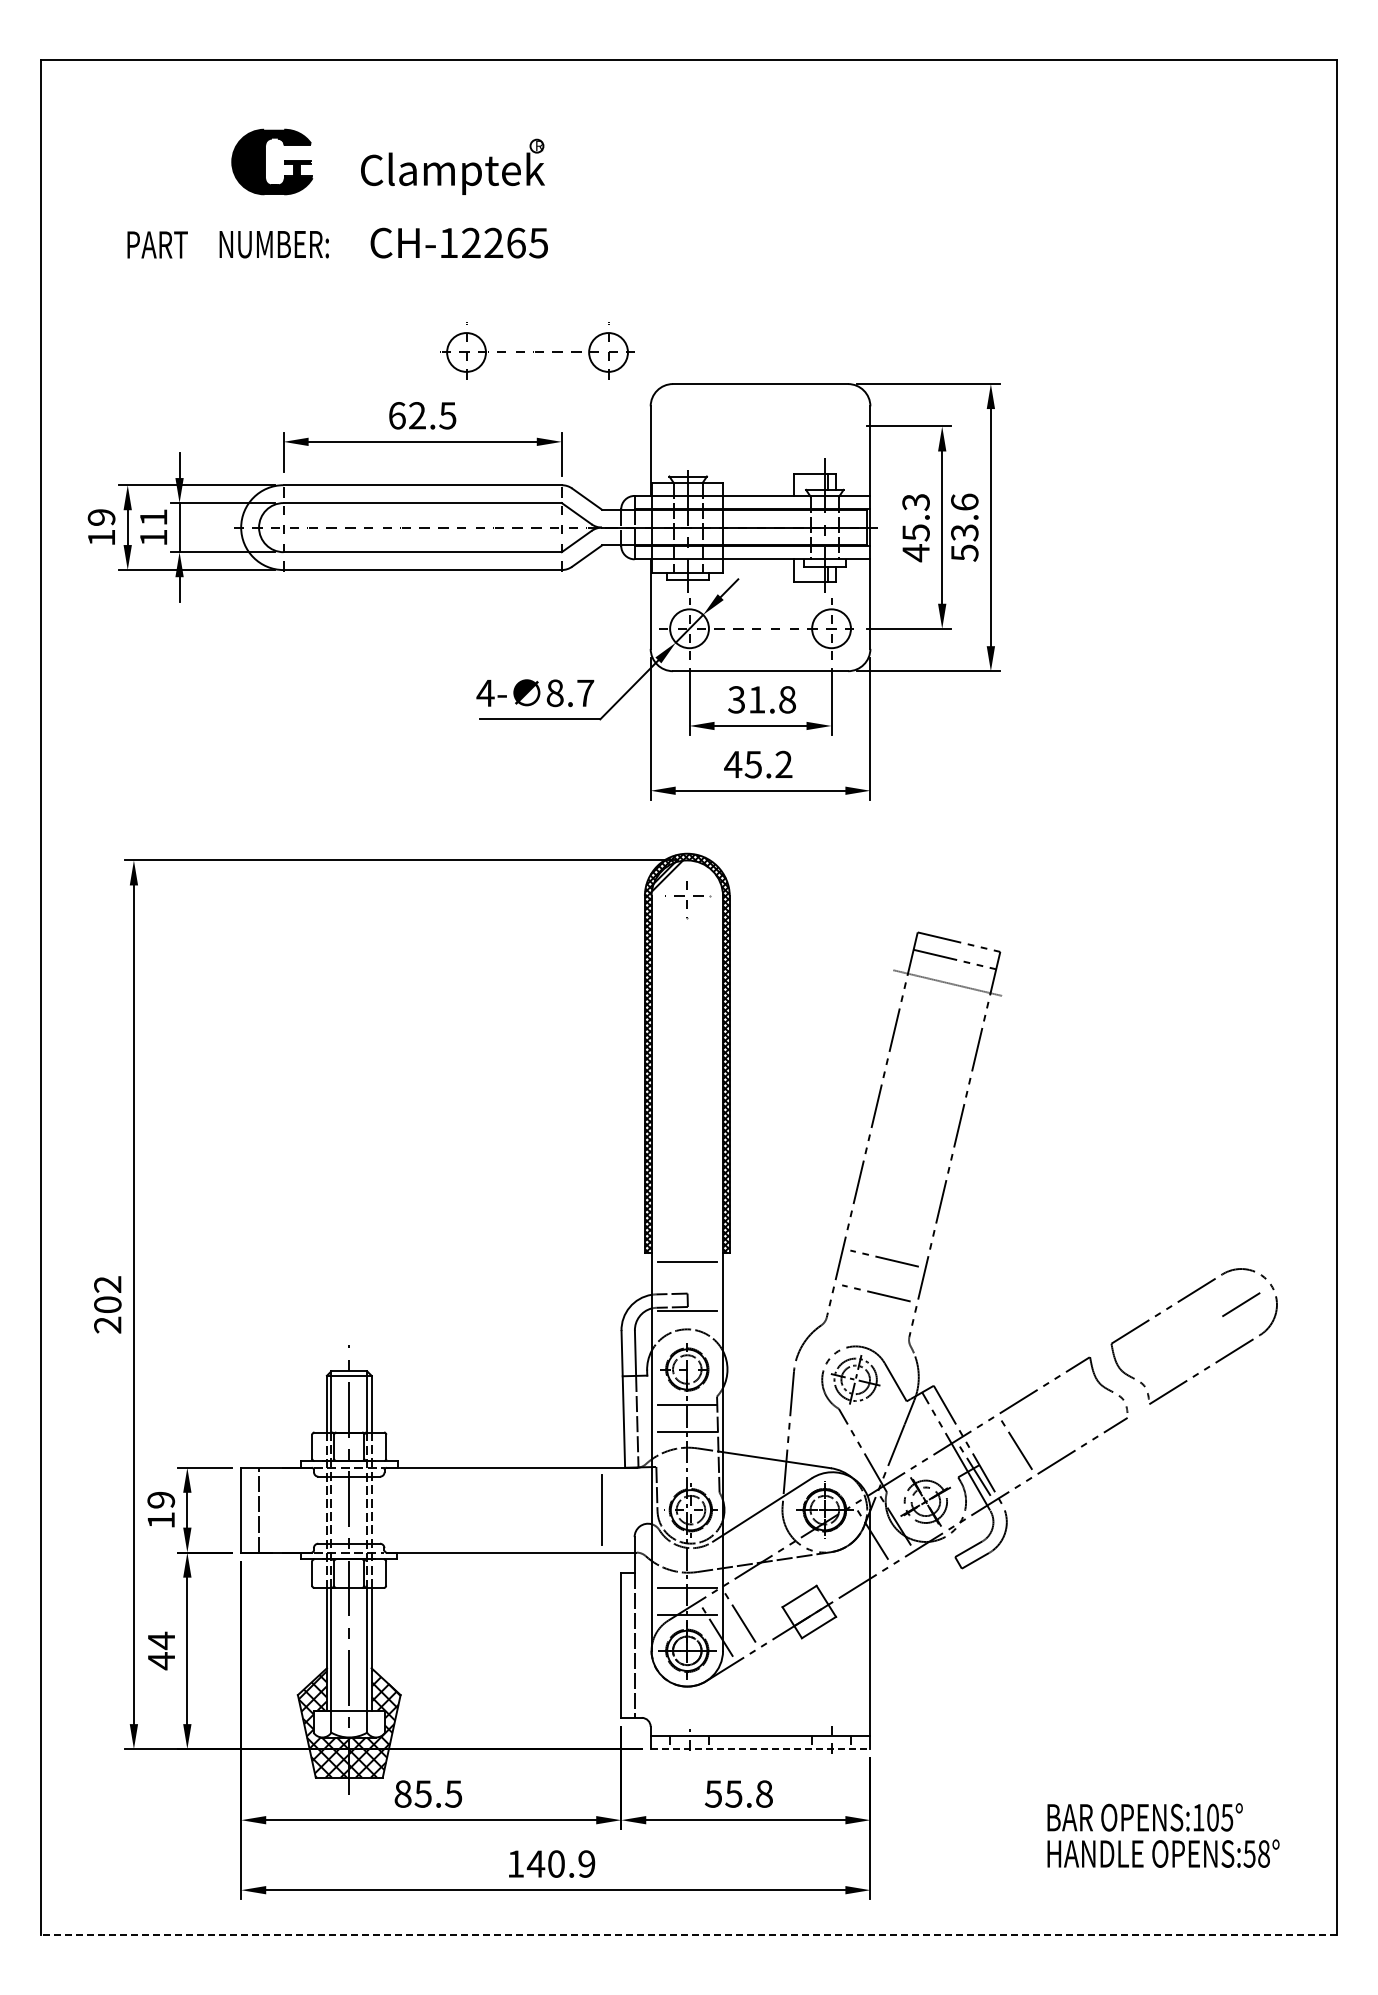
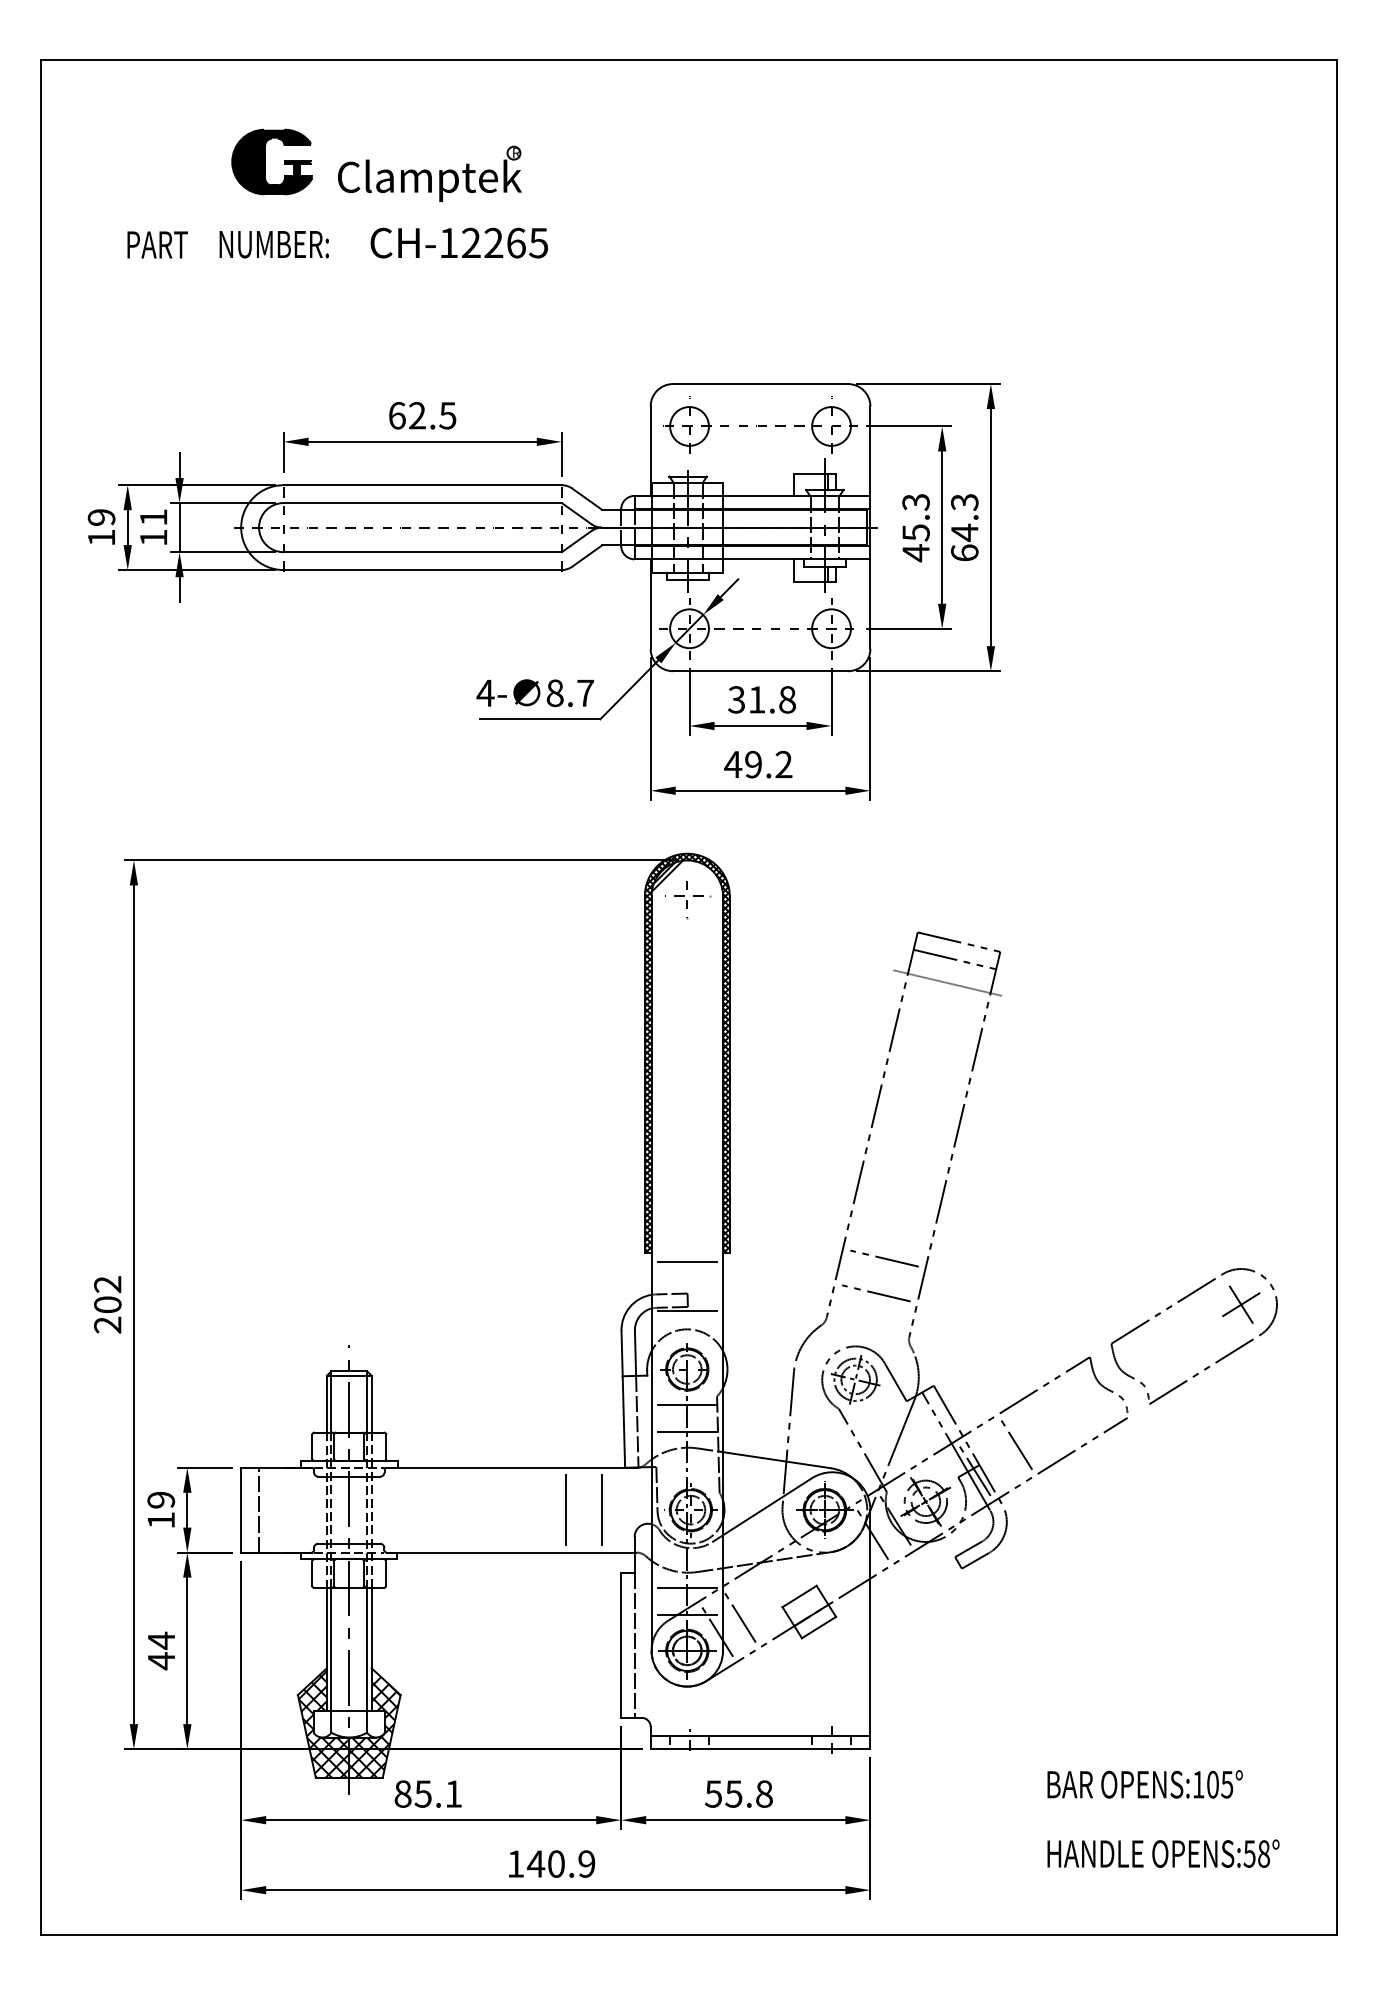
part at (452, 166) position: (452, 166) -> (429, 173)
part at (537, 350) position: (537, 350) -> (760, 424)
text at (964, 527): 53.6 -> 64.3
text at (752, 764): 45.2 -> 49.2
line at (1241, 1304): none -> present
line at (566, 1509): none -> present
line at (760, 1749): dashed -> solid
text at (453, 1793): 85.5 -> 85.1
text at (1144, 1817) position: (1144, 1817) -> (1144, 1784)
line at (688, 1935): dashed -> solid
